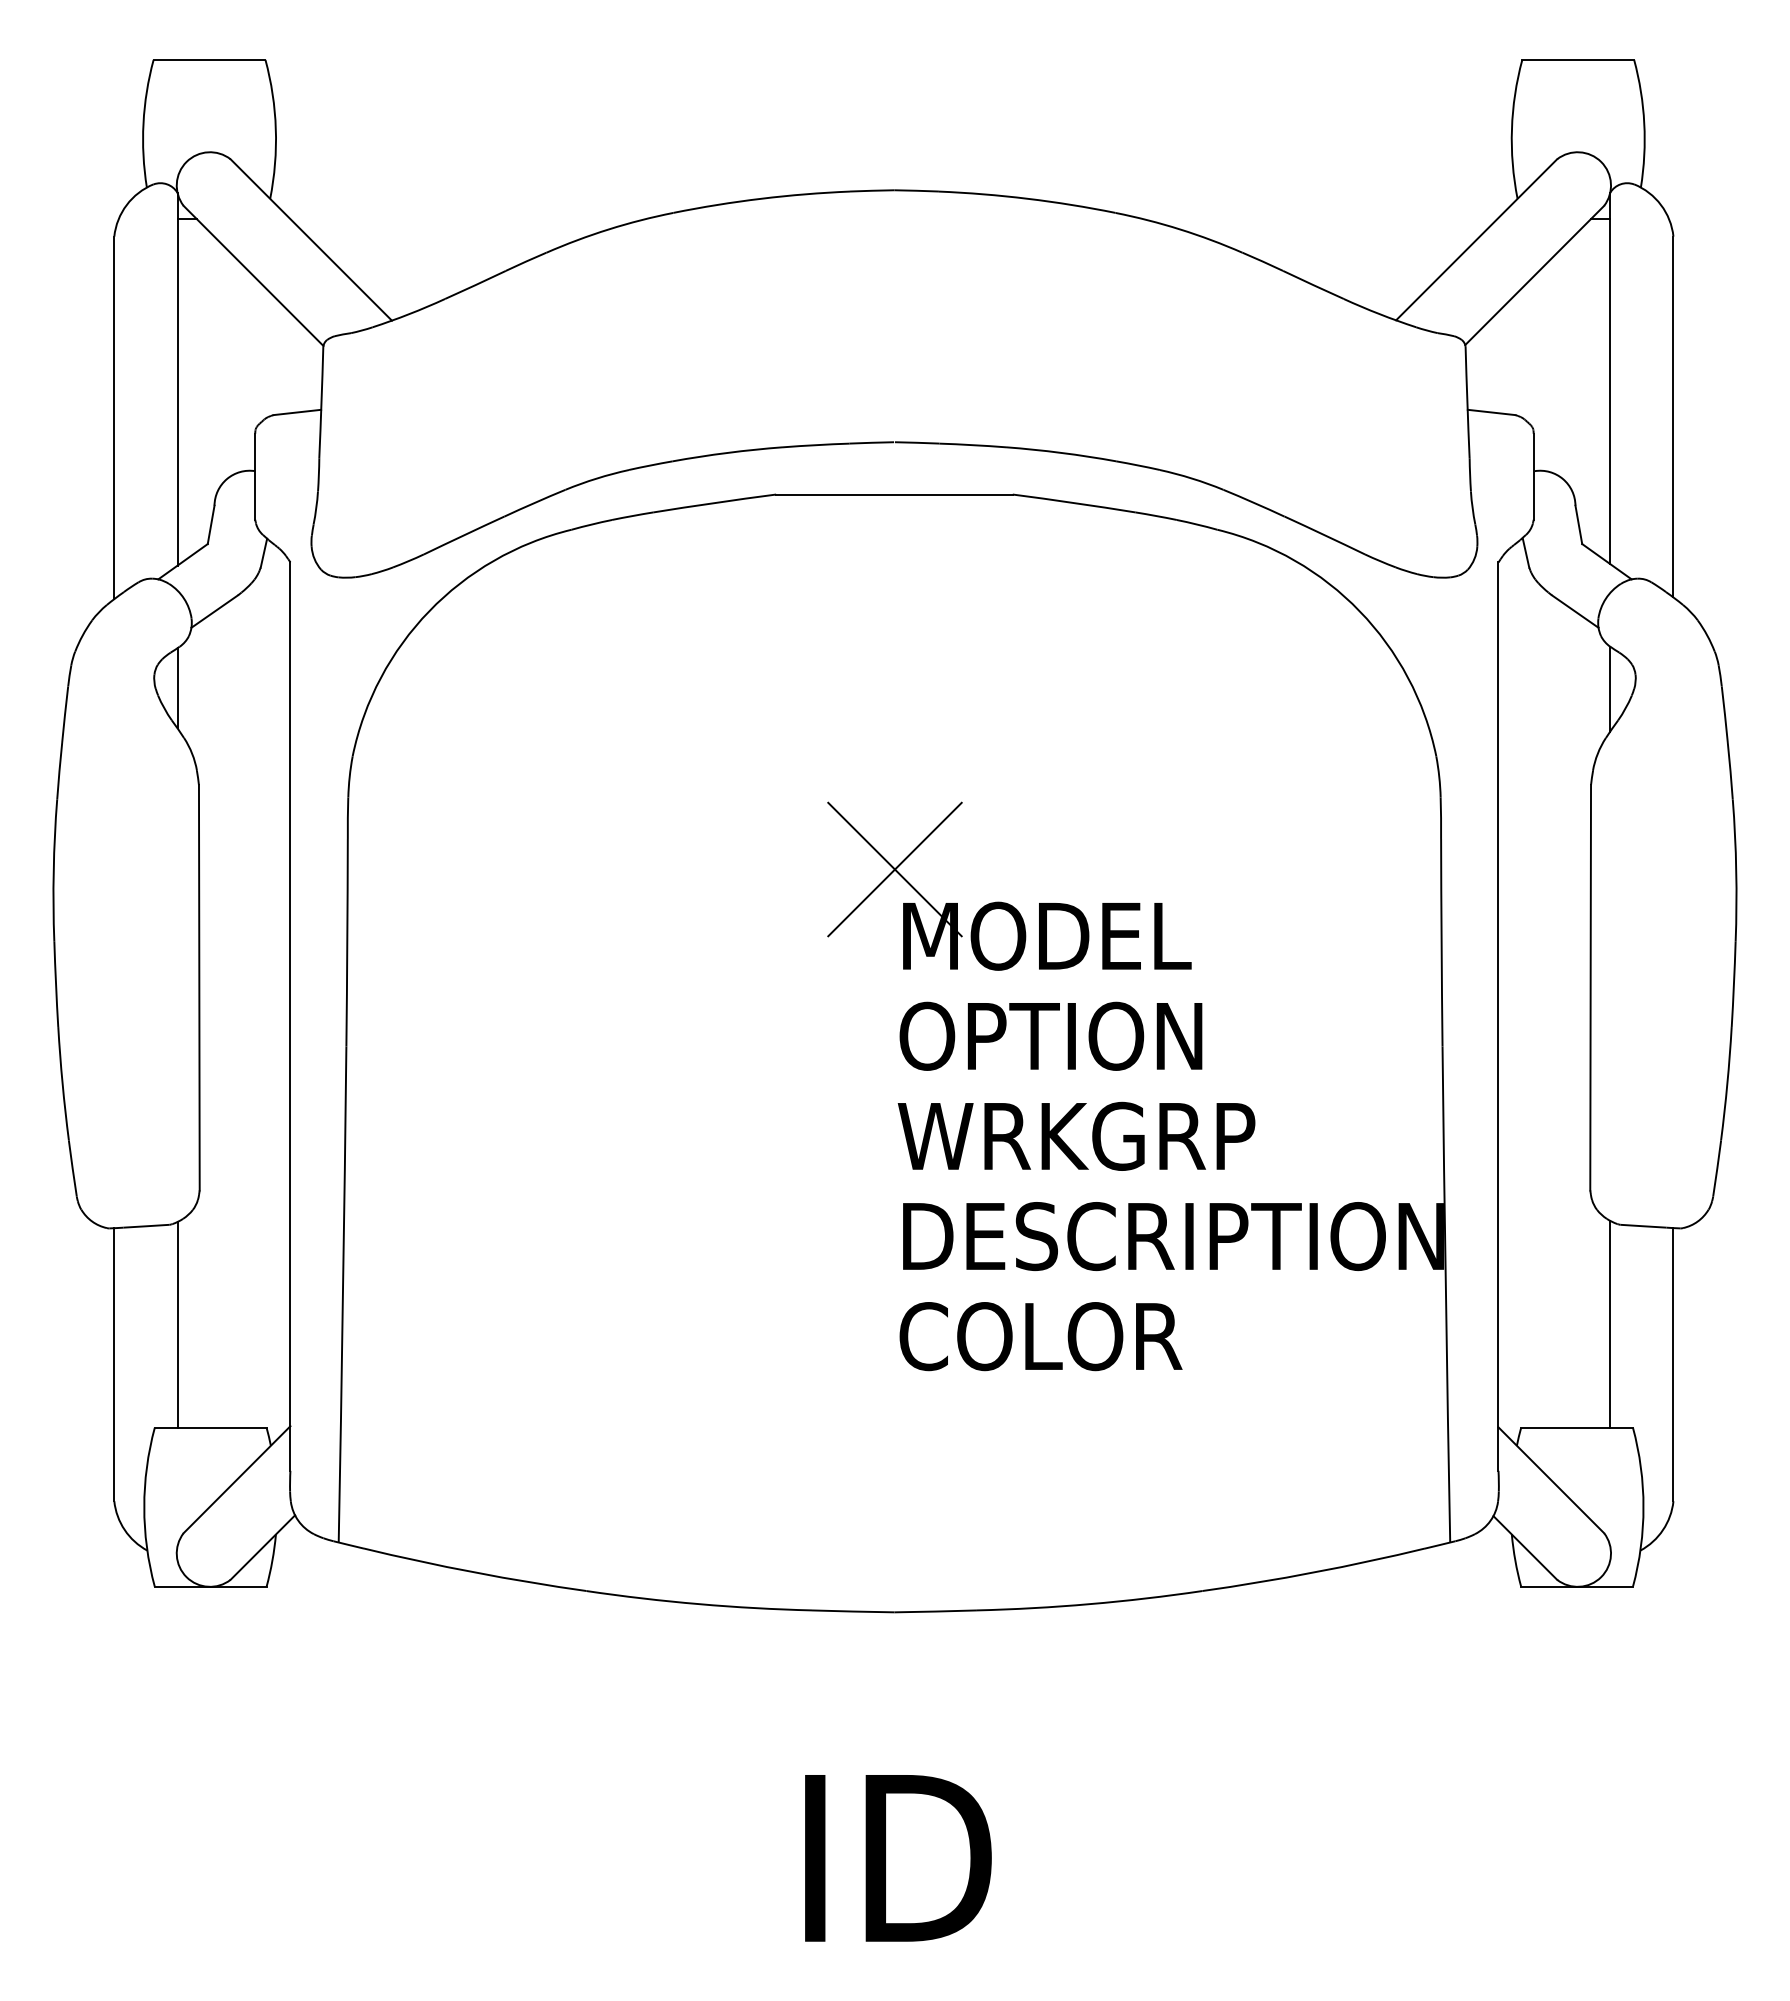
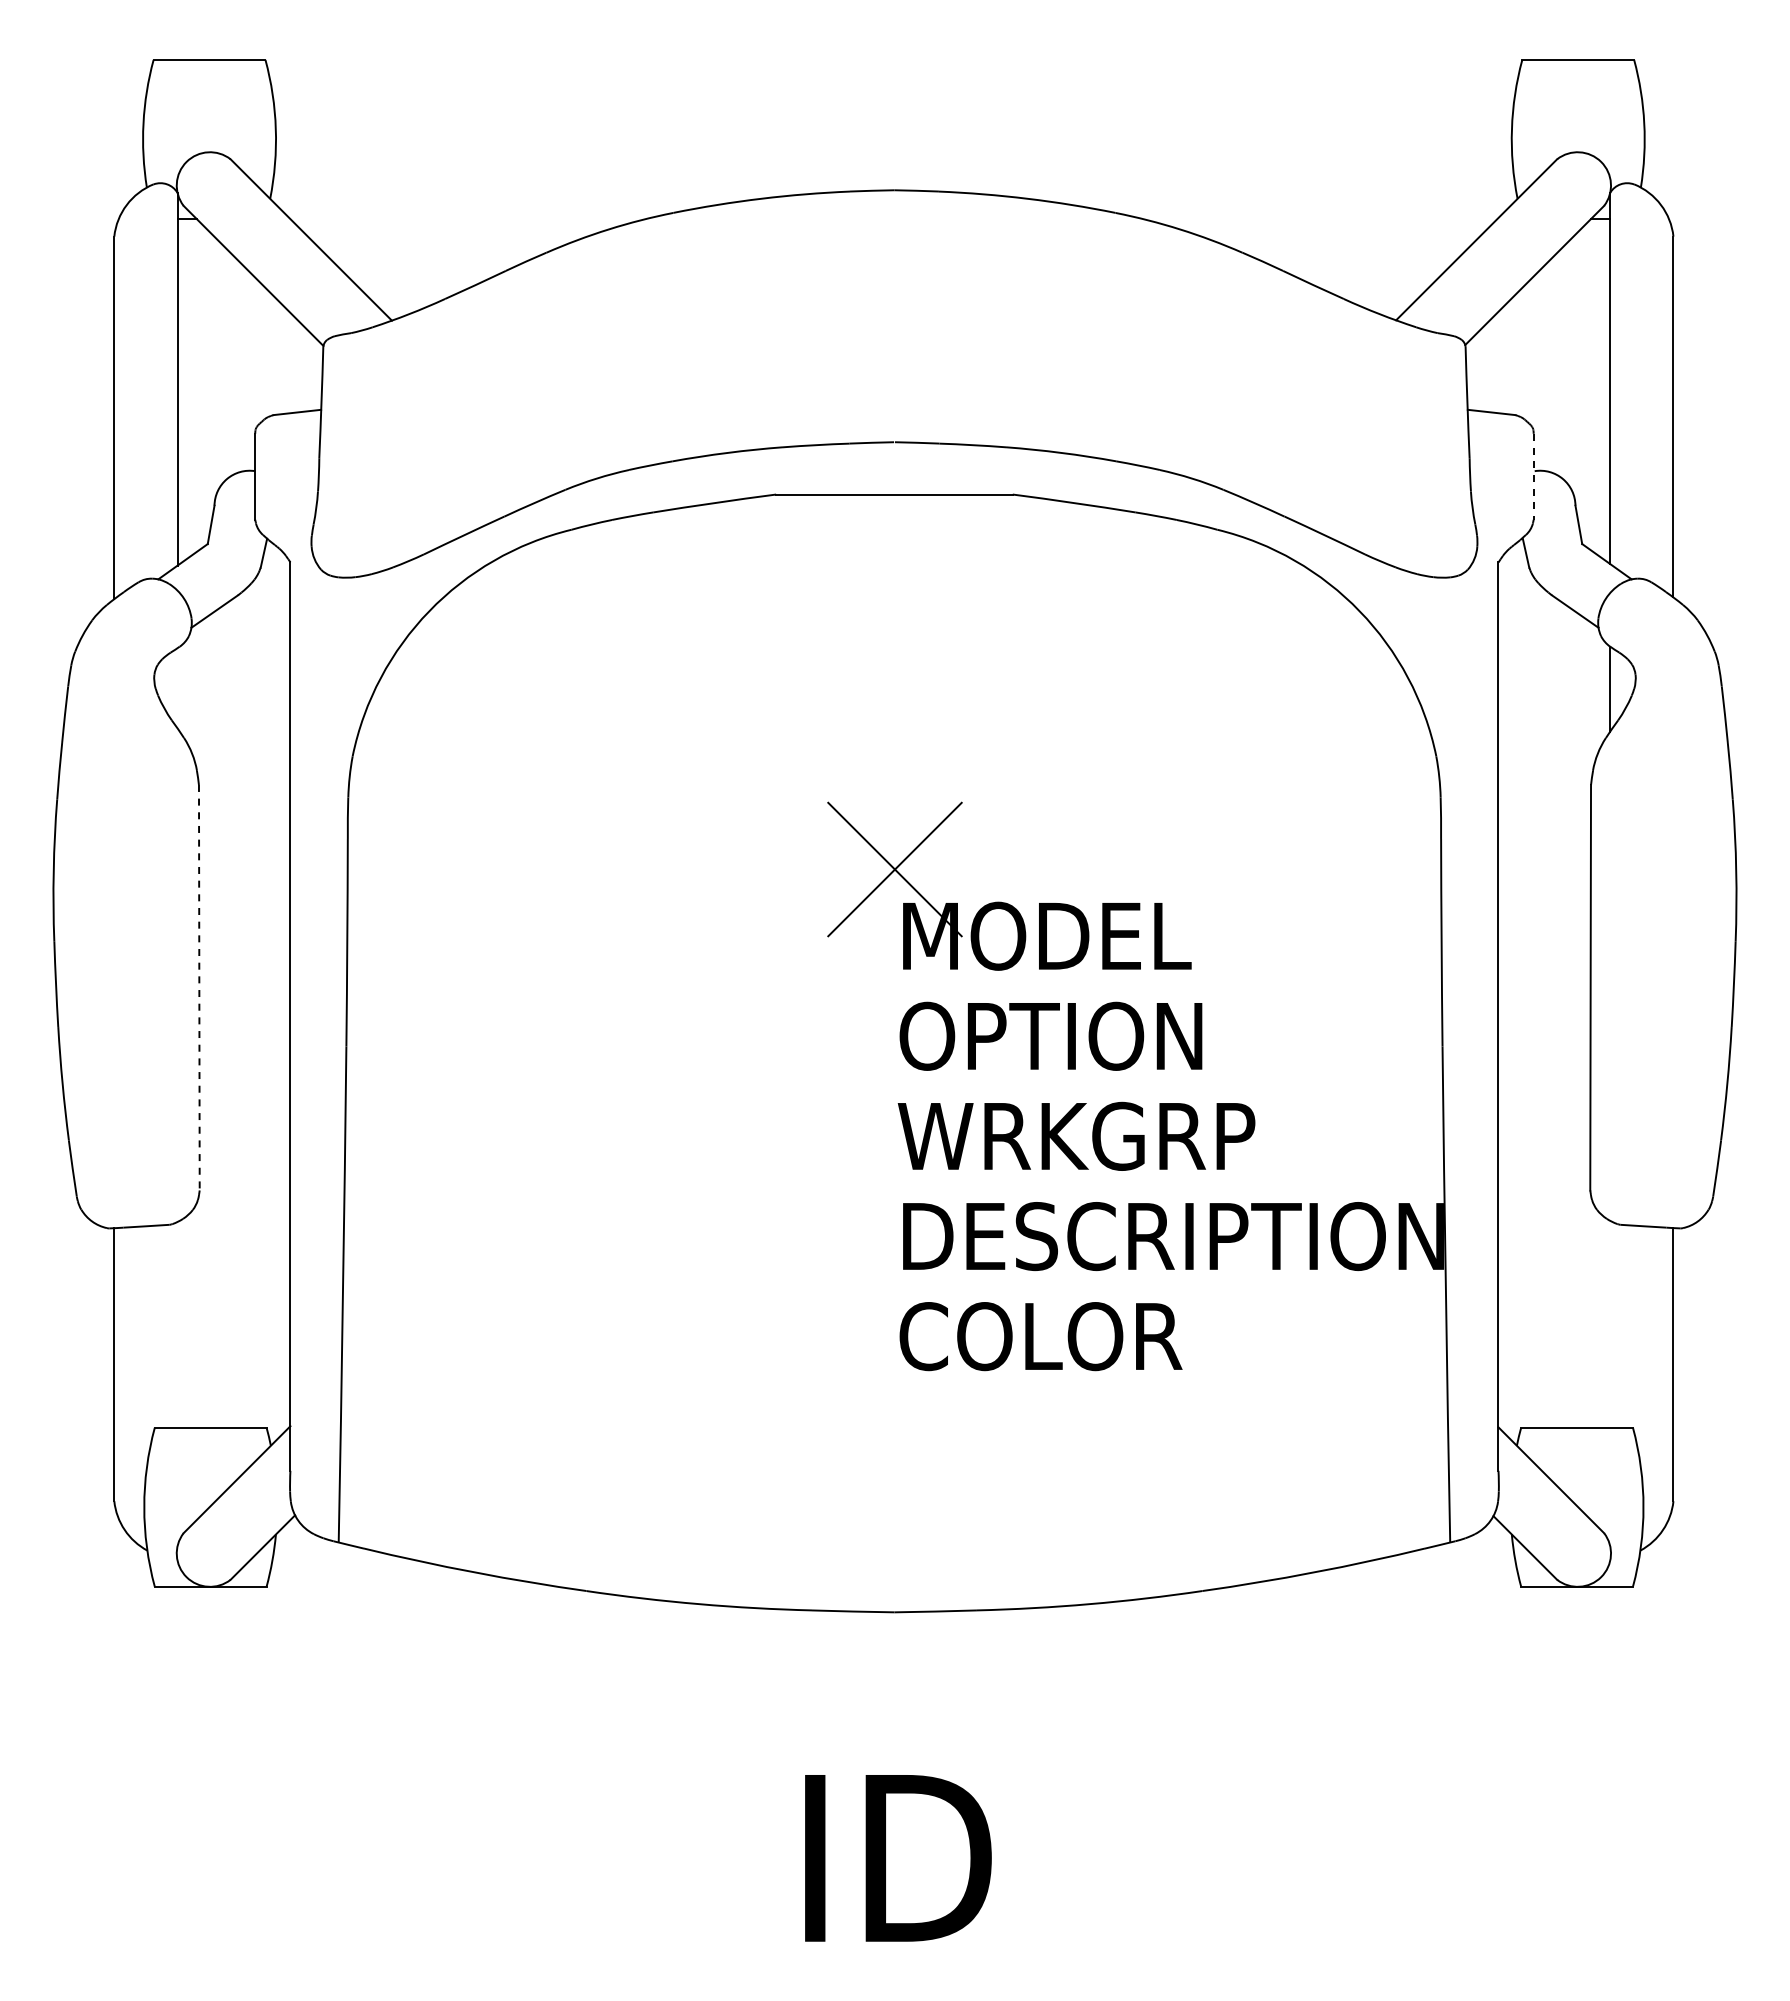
line at (1533, 476): solid -> dashed
line at (177, 688): present -> none
line at (199, 987): solid -> dashed
line at (1610, 1323): present -> none
line at (177, 1324): present -> none
